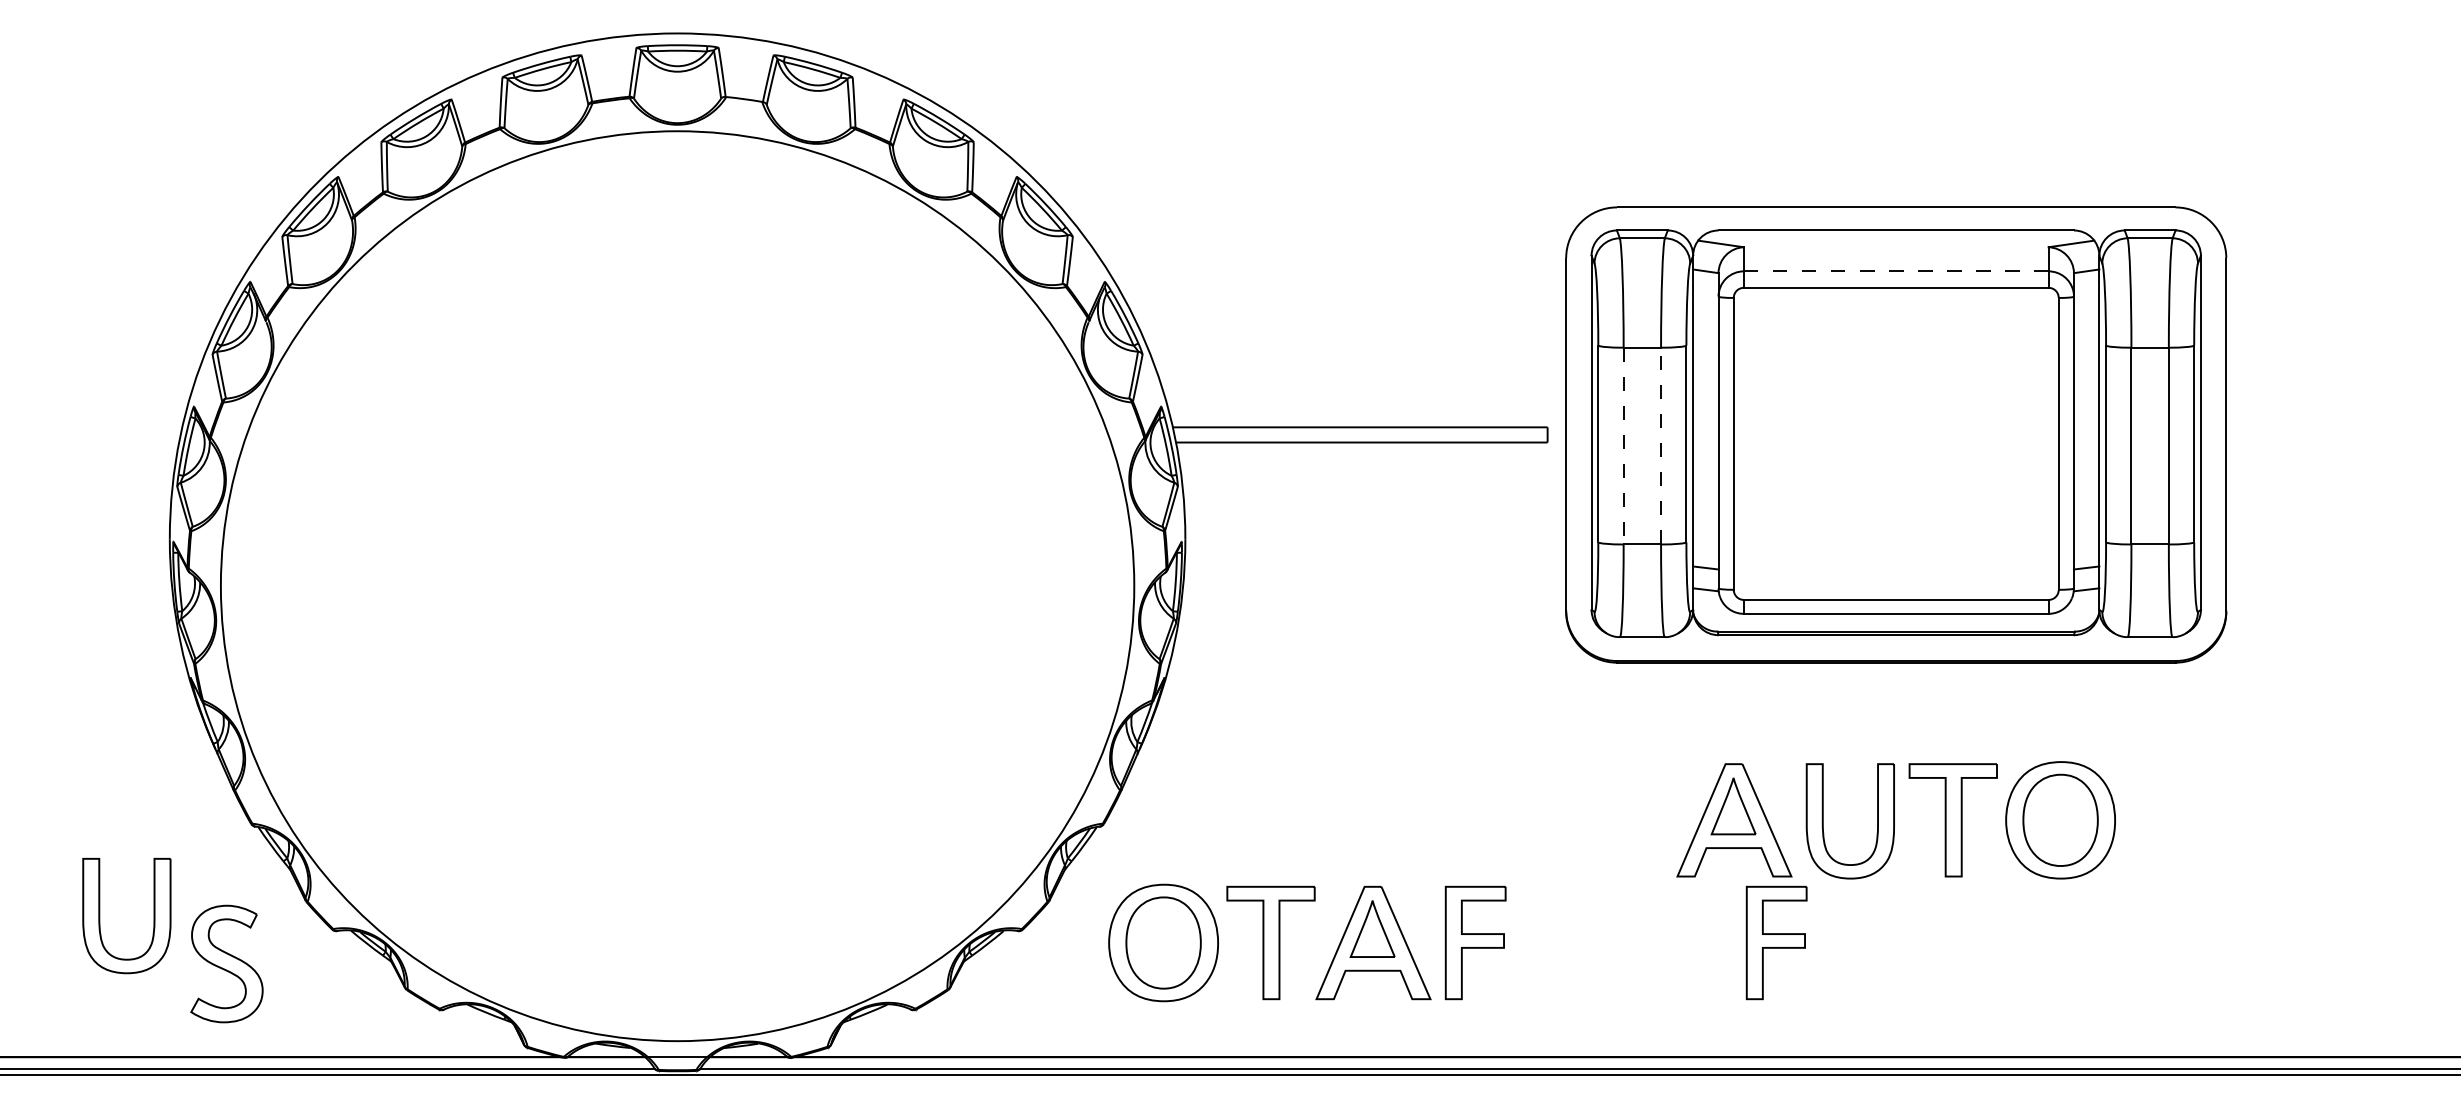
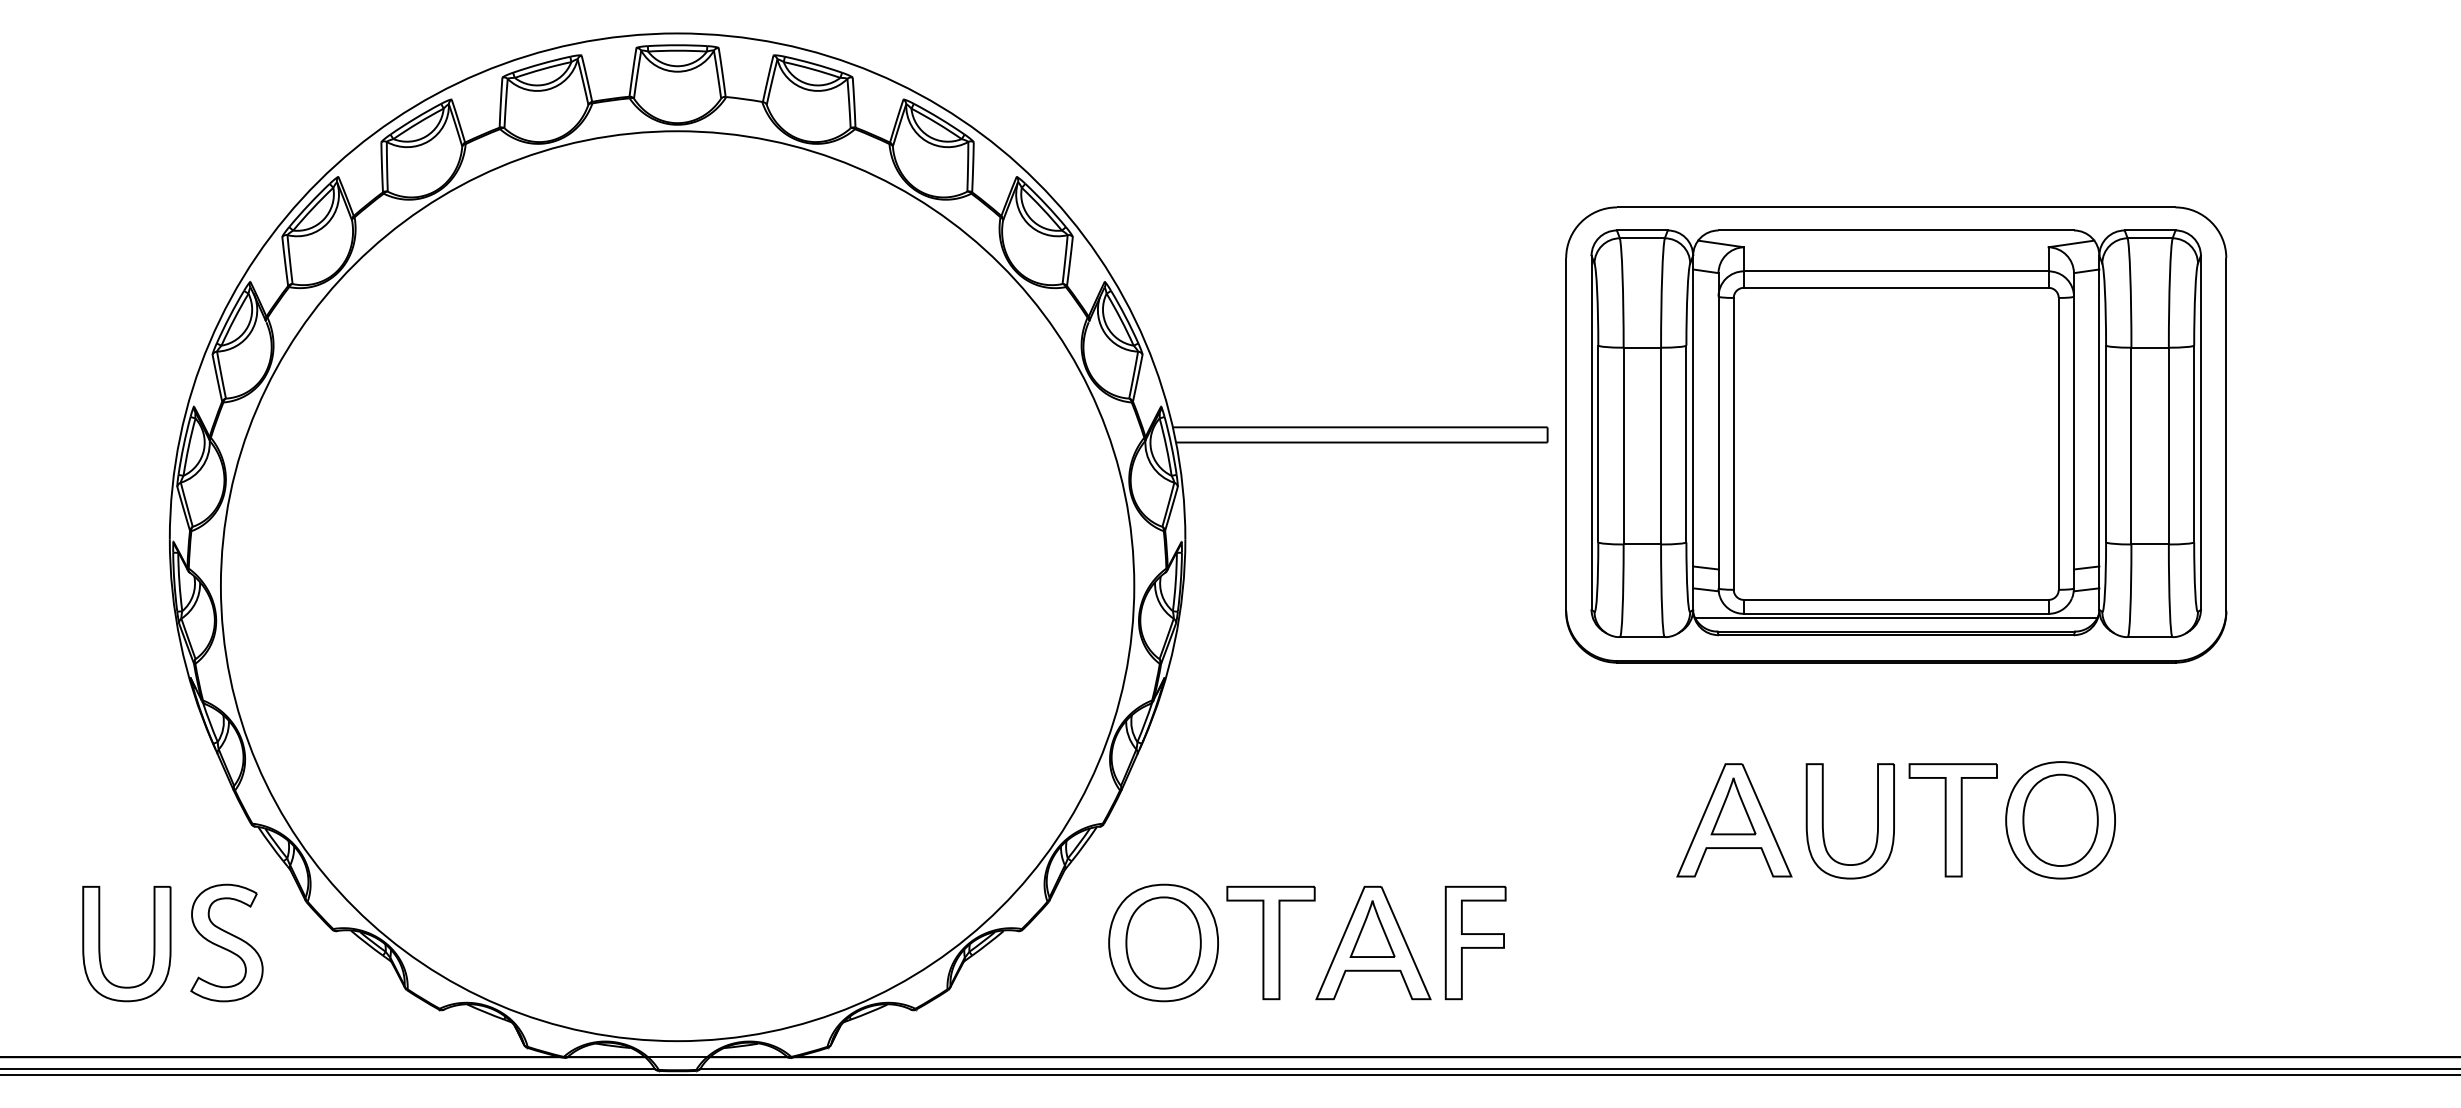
line at (1896, 271): dashed -> solid
line at (1661, 445): dashed -> solid
line at (1623, 446): dashed -> solid
line at (1895, 618): none -> present
part at (100, 916) position: (100, 916) -> (100, 944)
part at (1776, 942): present -> none
part at (226, 963) position: (226, 963) -> (226, 942)
